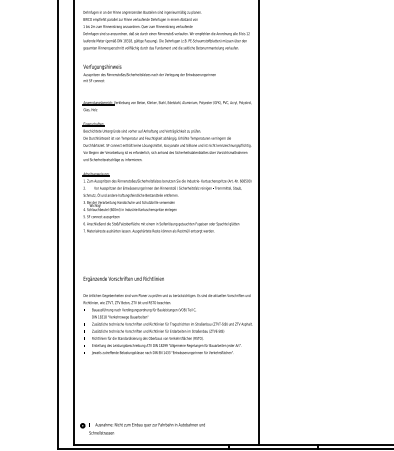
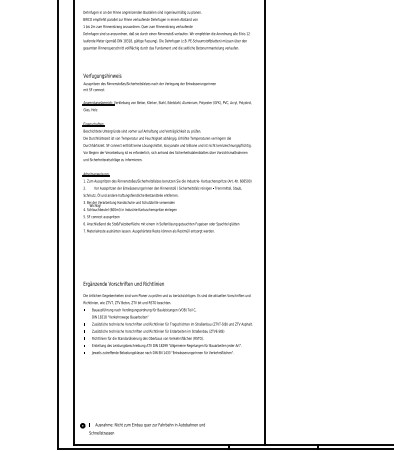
text at (149, 73) position: (149, 73) -> (149, 82)
line at (259, 223) position: (259, 223) -> (265, 223)
text at (123, 278) position: (123, 278) -> (123, 283)
